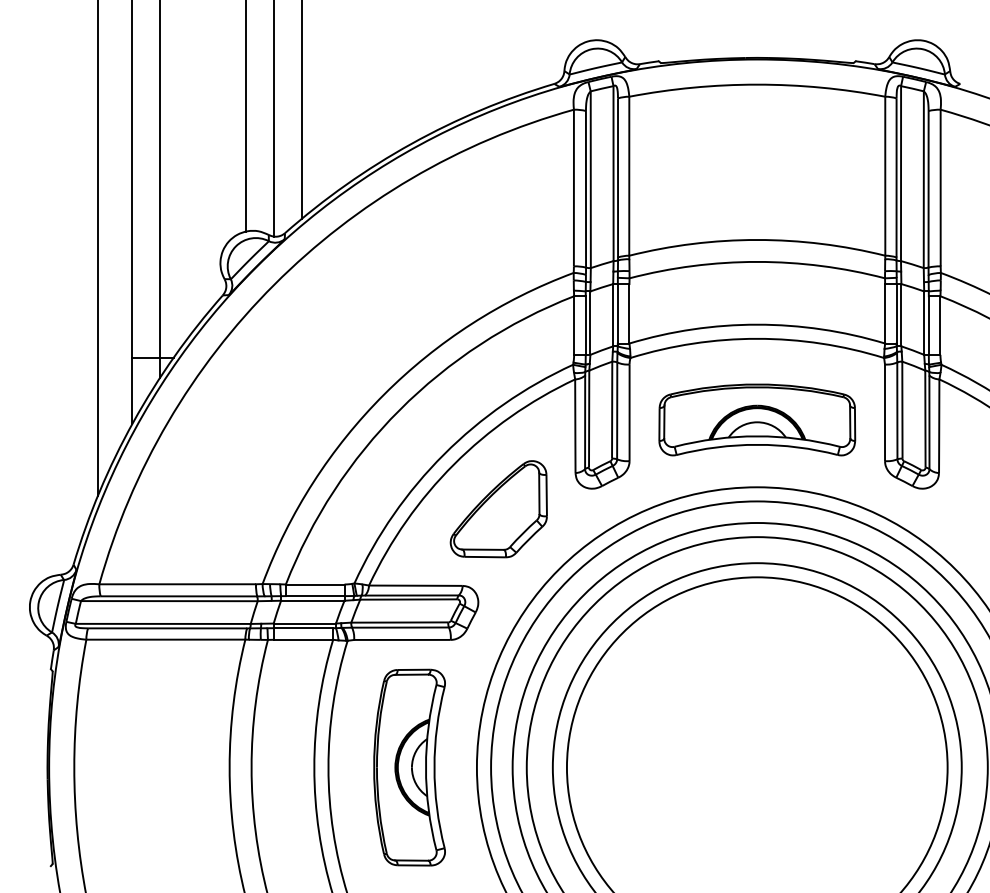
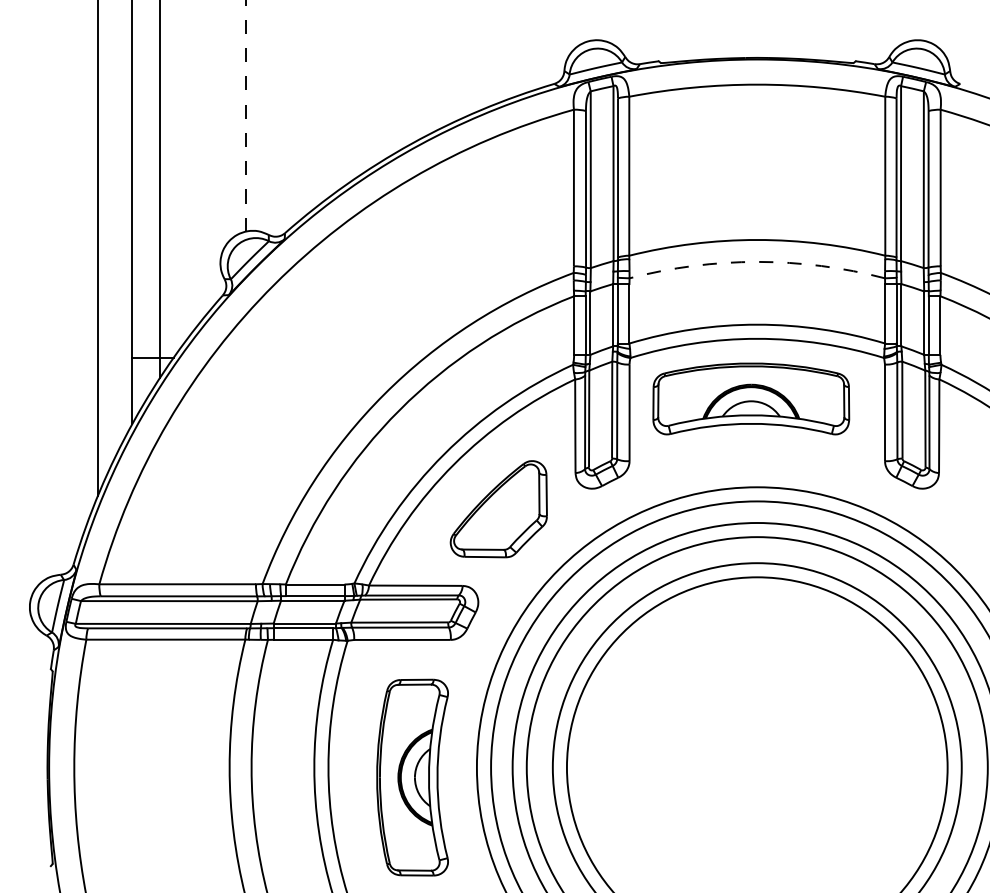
line at (301, 110): present -> none
line at (246, 115): solid -> dashed
line at (273, 119): present -> none
arc at (757, 261): solid -> dashed
part at (757, 419) position: (757, 419) -> (751, 398)
part at (409, 767) position: (409, 767) -> (412, 777)
